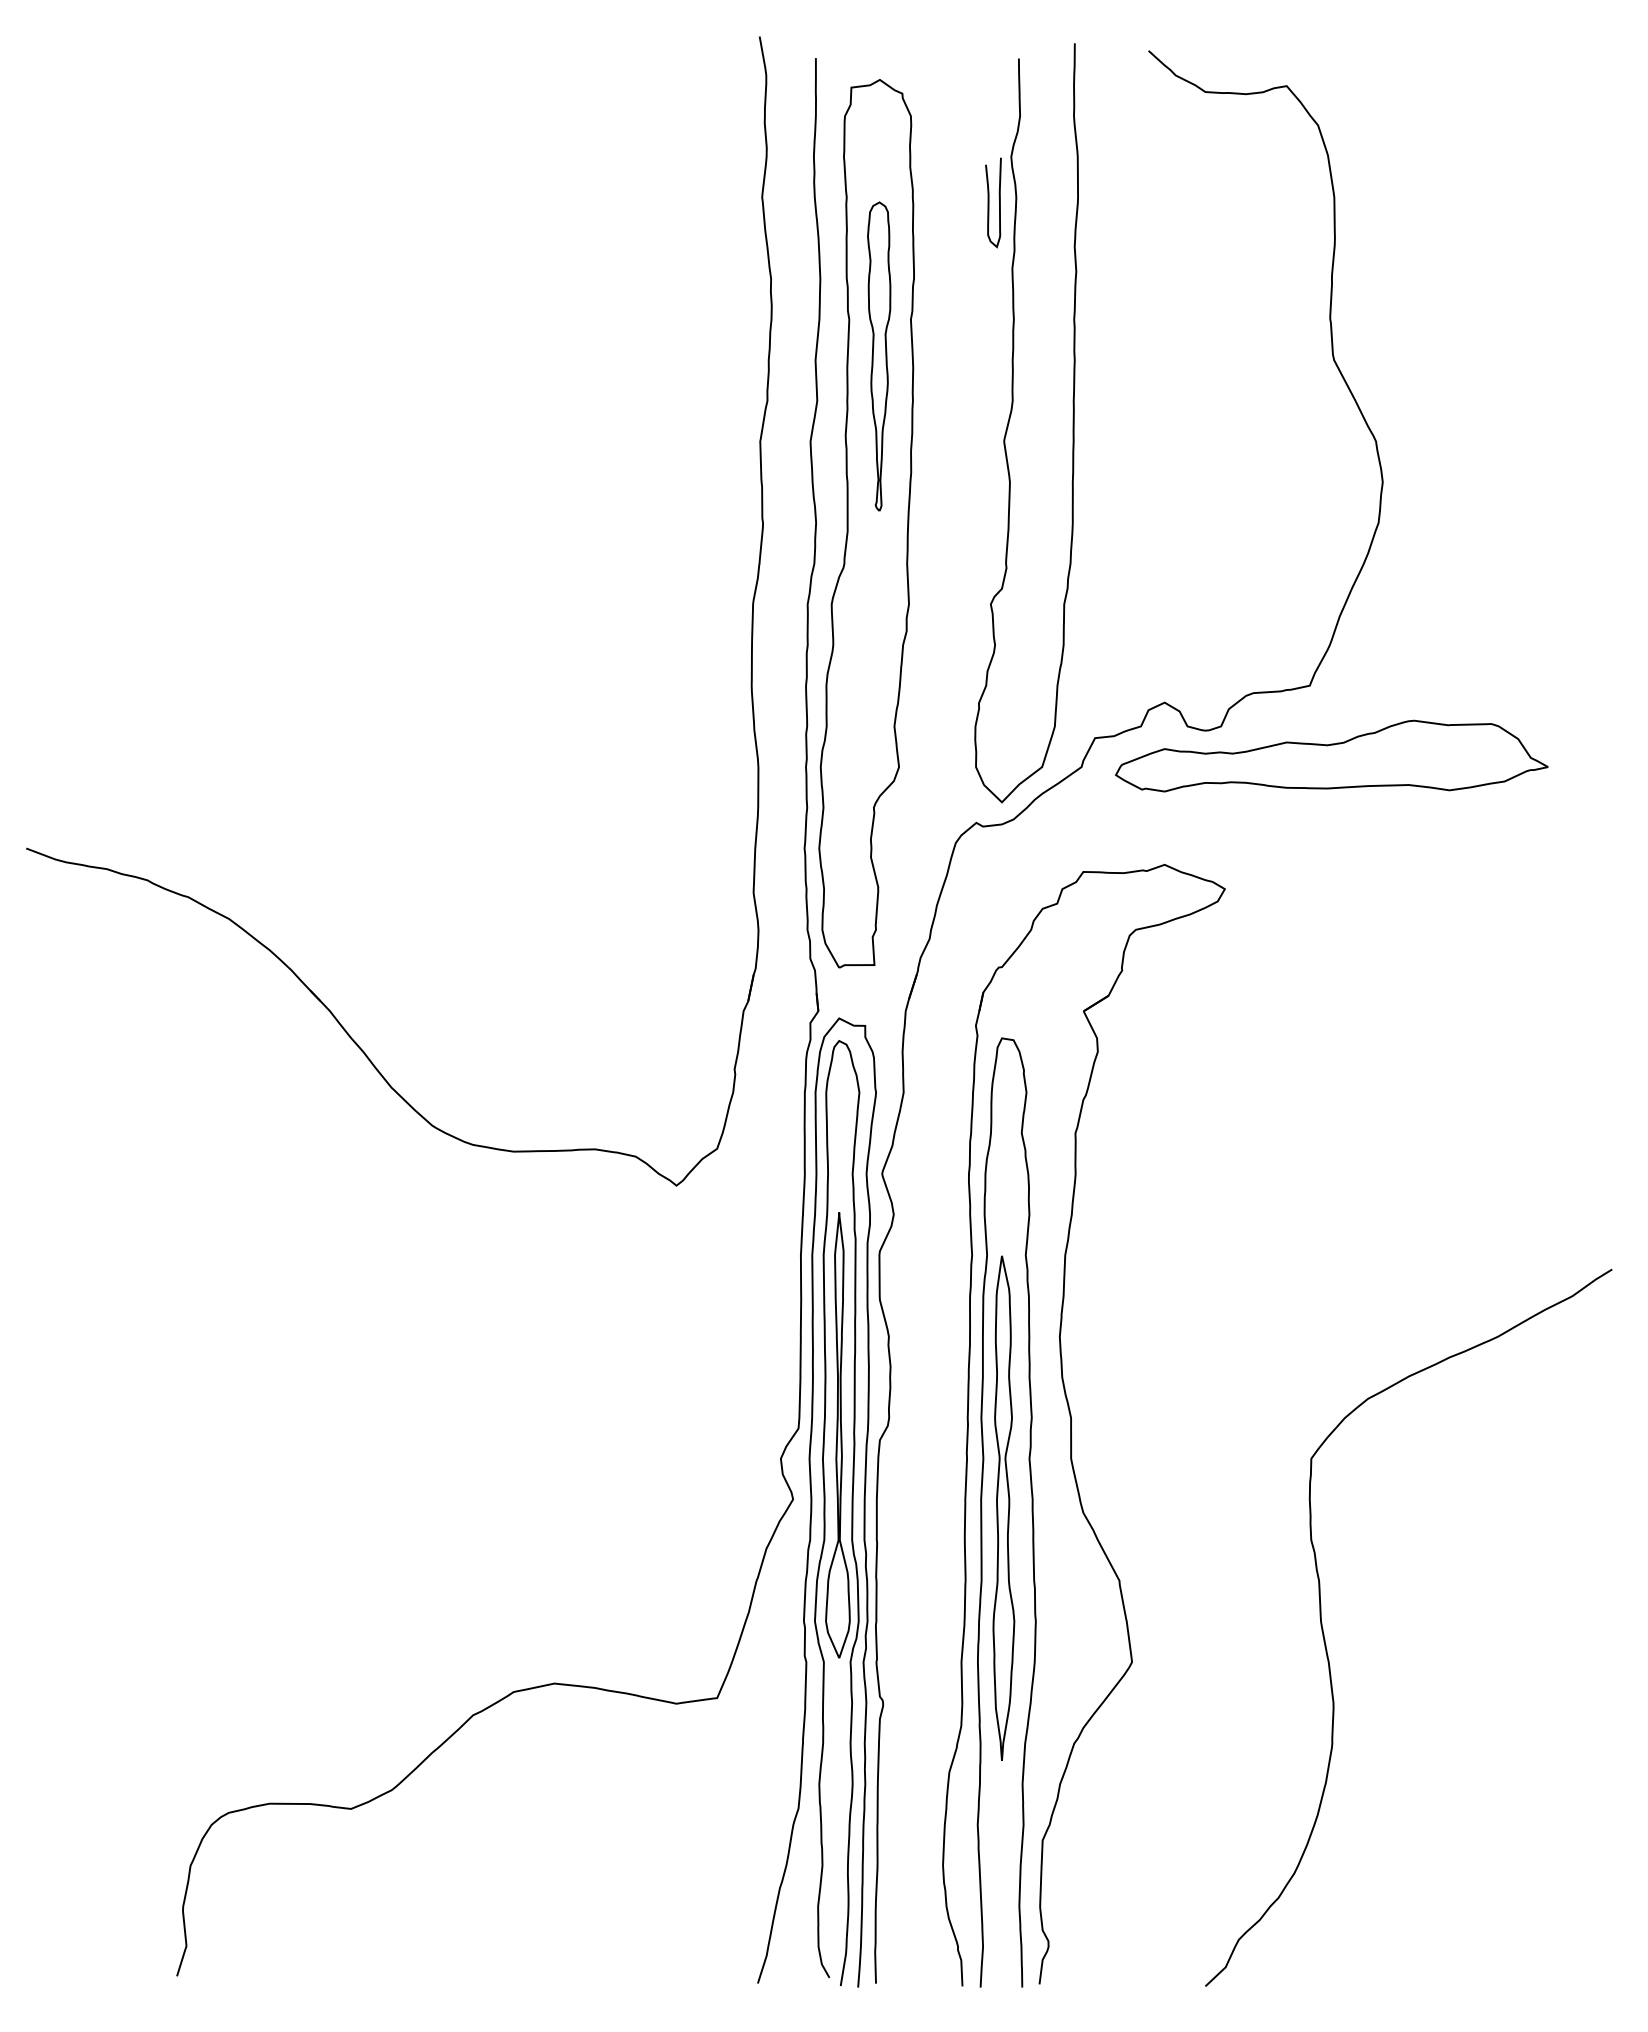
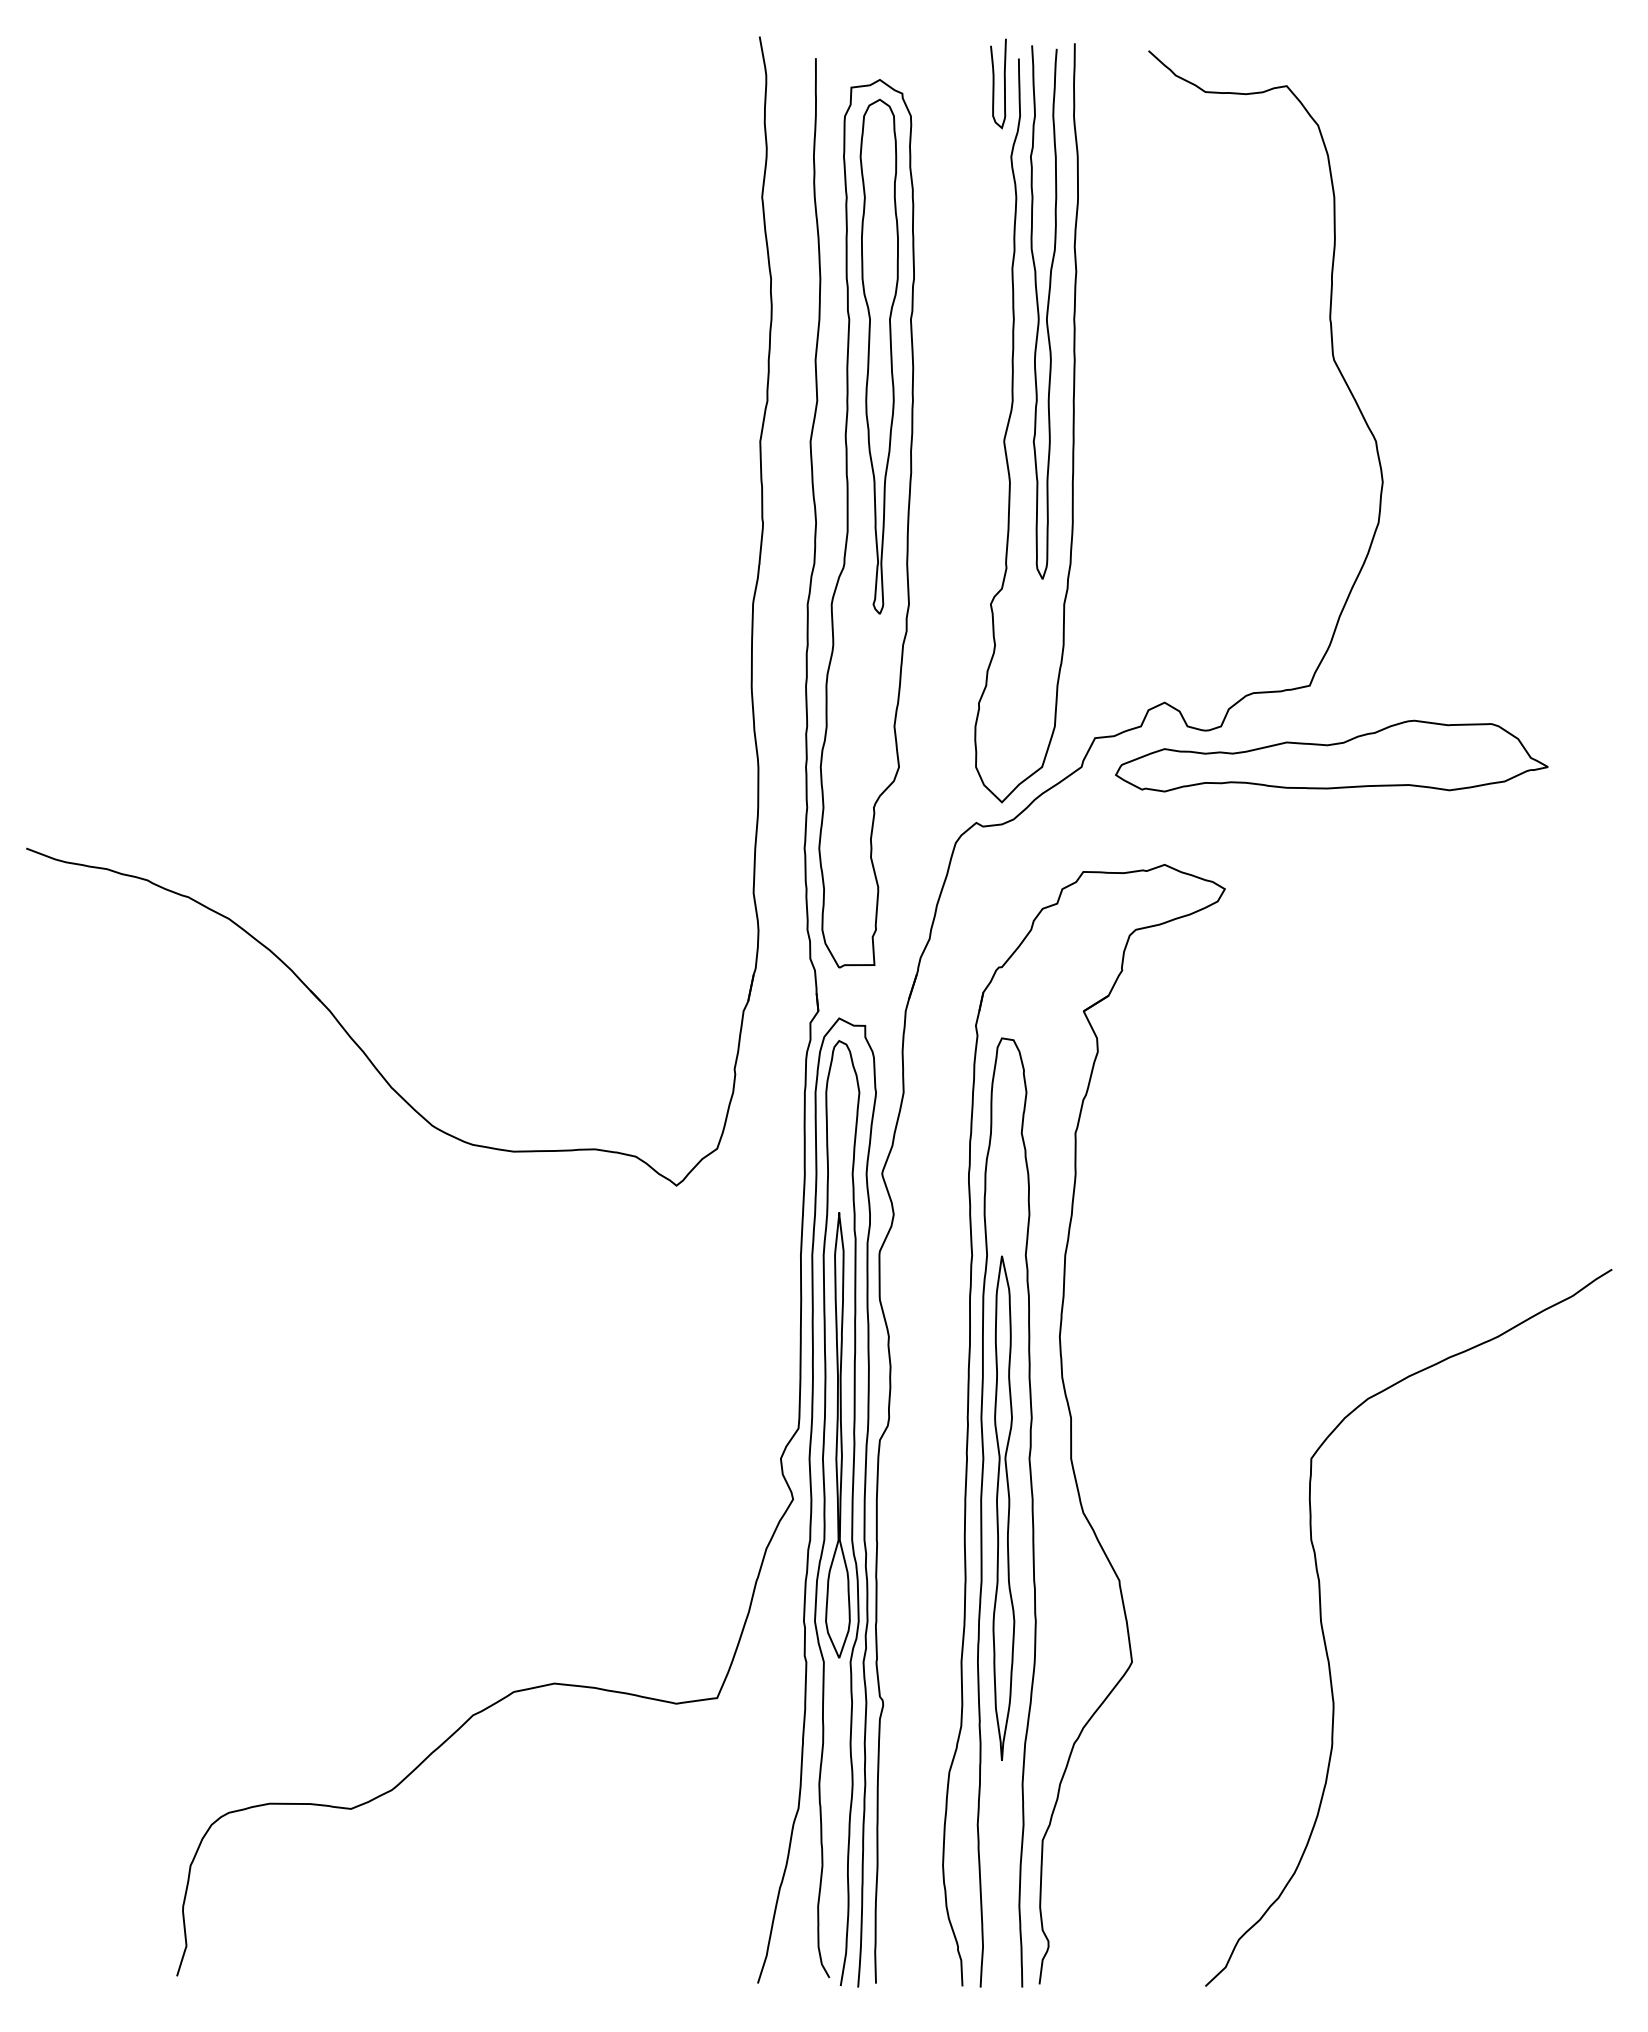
curve at (989, 202) position: (989, 202) -> (994, 83)
curve at (1046, 312): none -> present
part at (879, 356) size: 25x311 px -> 40x517 px
